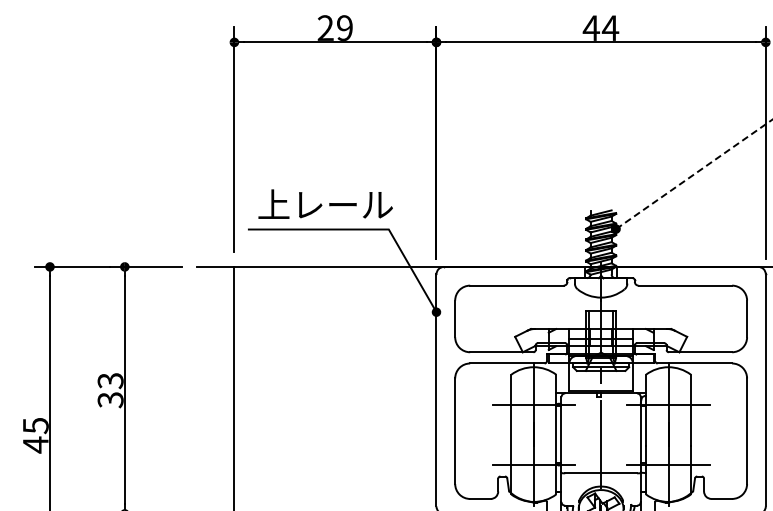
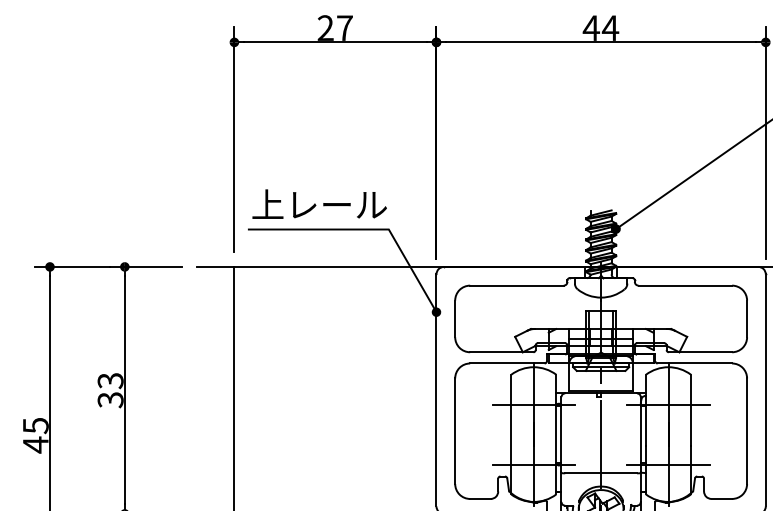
text at (344, 27): 29 -> 27
line at (694, 174): dashed -> solid
text at (325, 203) position: (325, 203) -> (319, 203)
